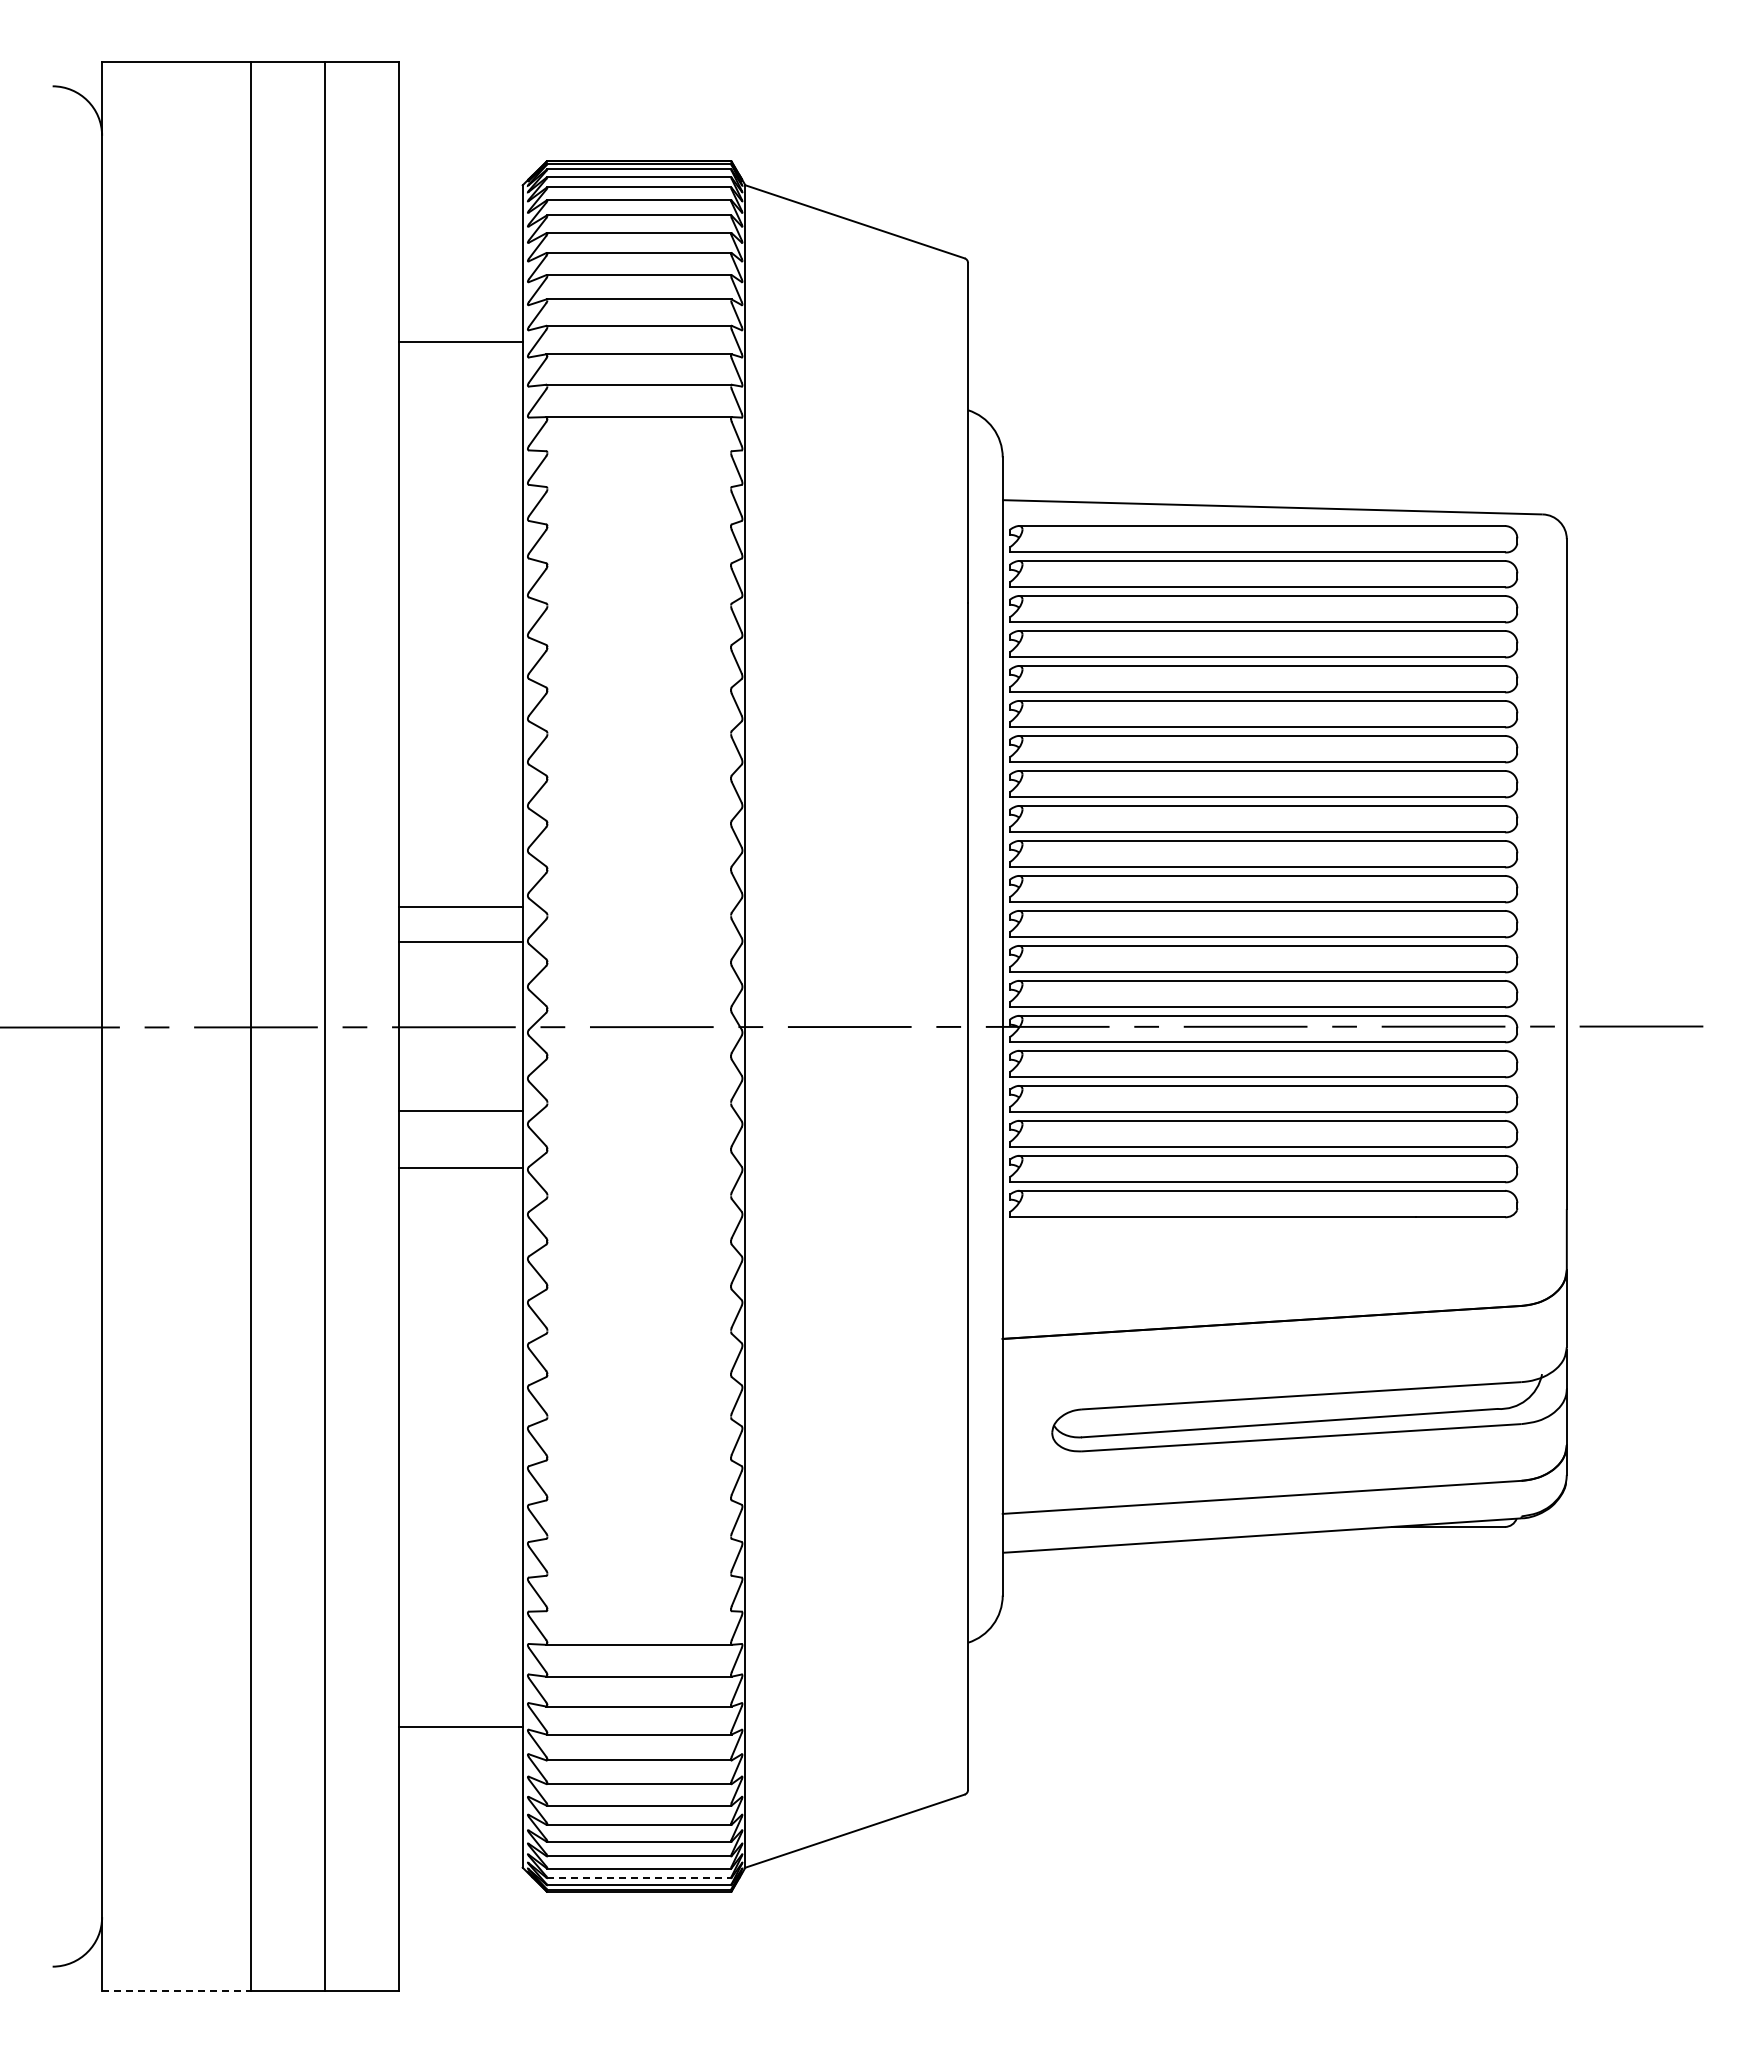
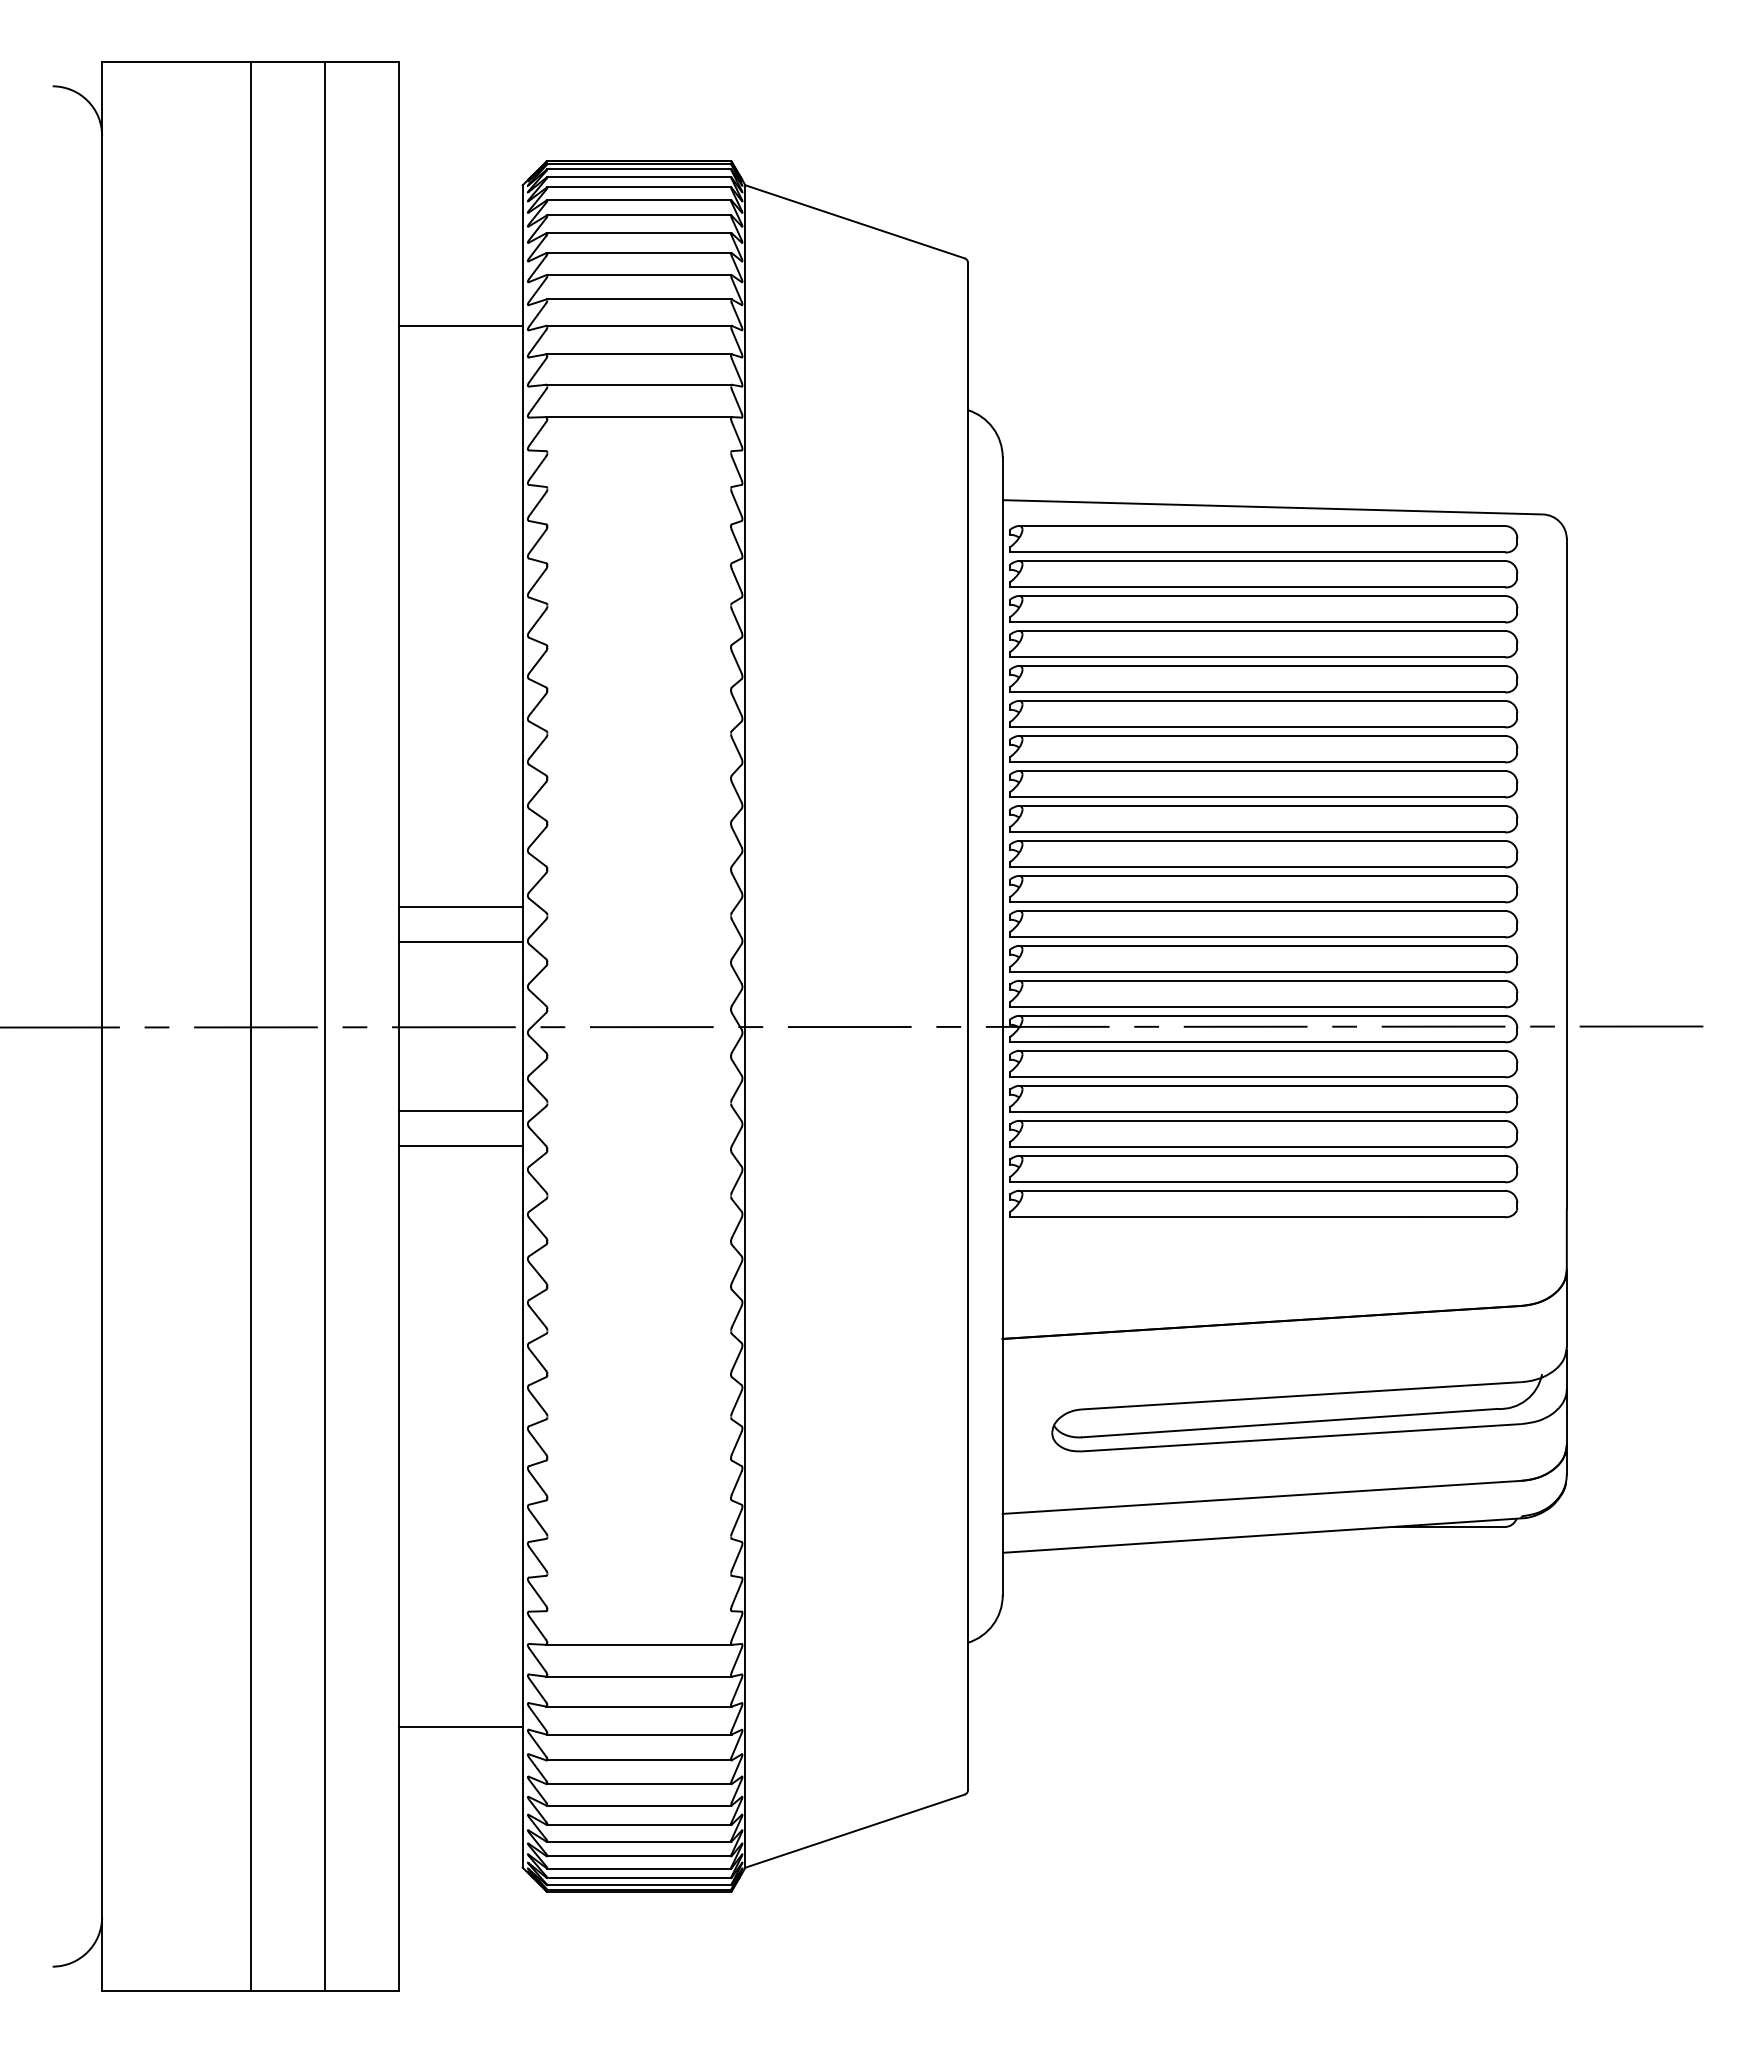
line at (460, 342) position: (460, 342) -> (460, 326)
line at (460, 1168) position: (460, 1168) -> (460, 1146)
line at (639, 1878): dashed -> solid
line at (176, 1991): dashed -> solid
